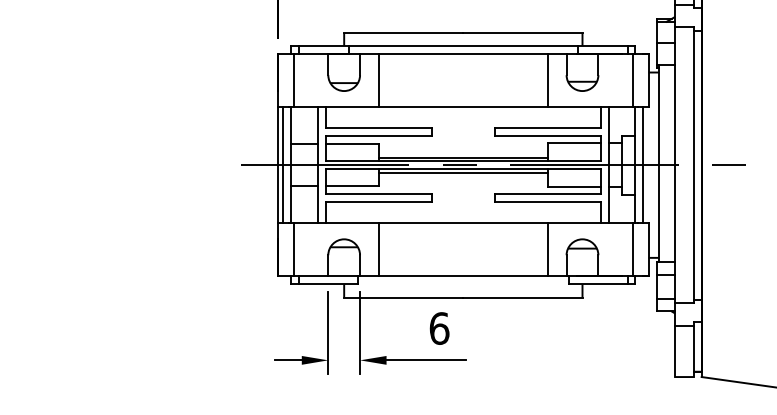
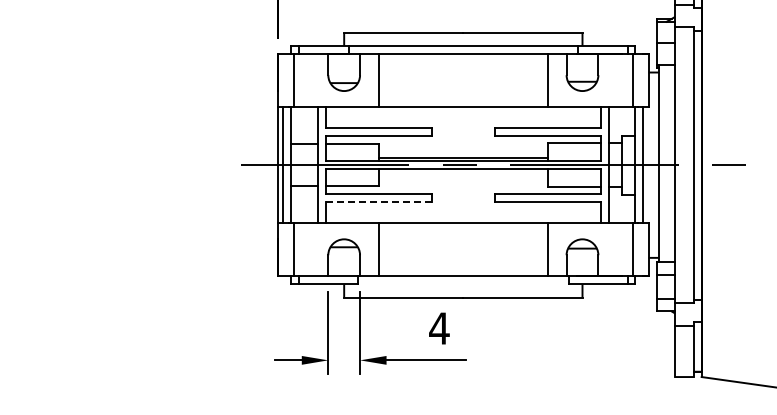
line at (463, 172): present -> none
line at (378, 202): solid -> dashed
text at (439, 328): 6 -> 4
